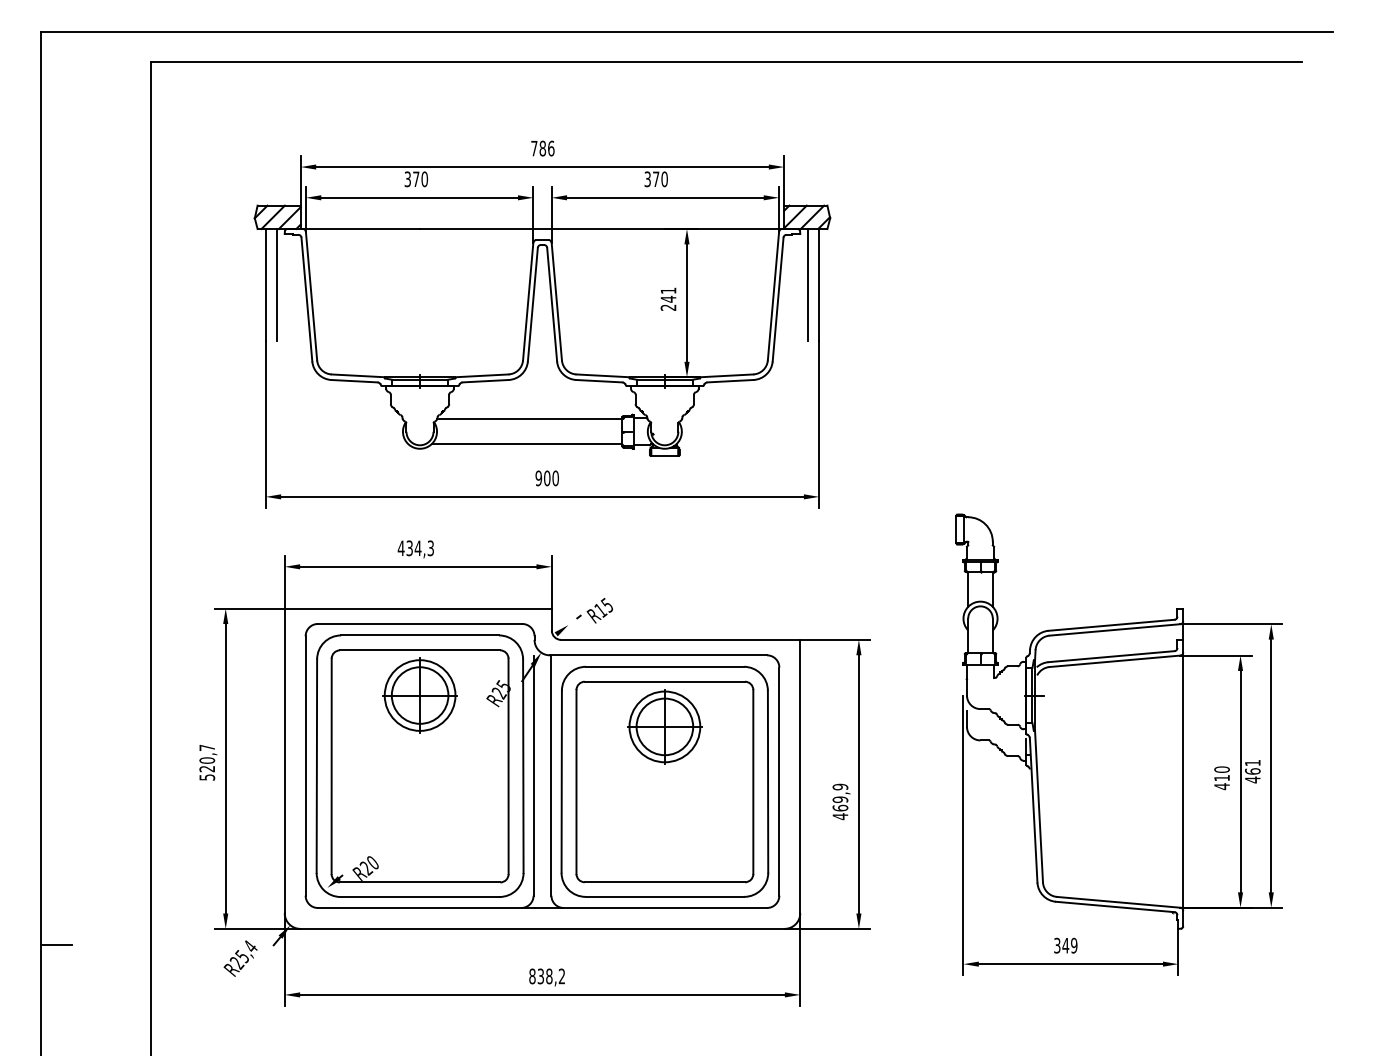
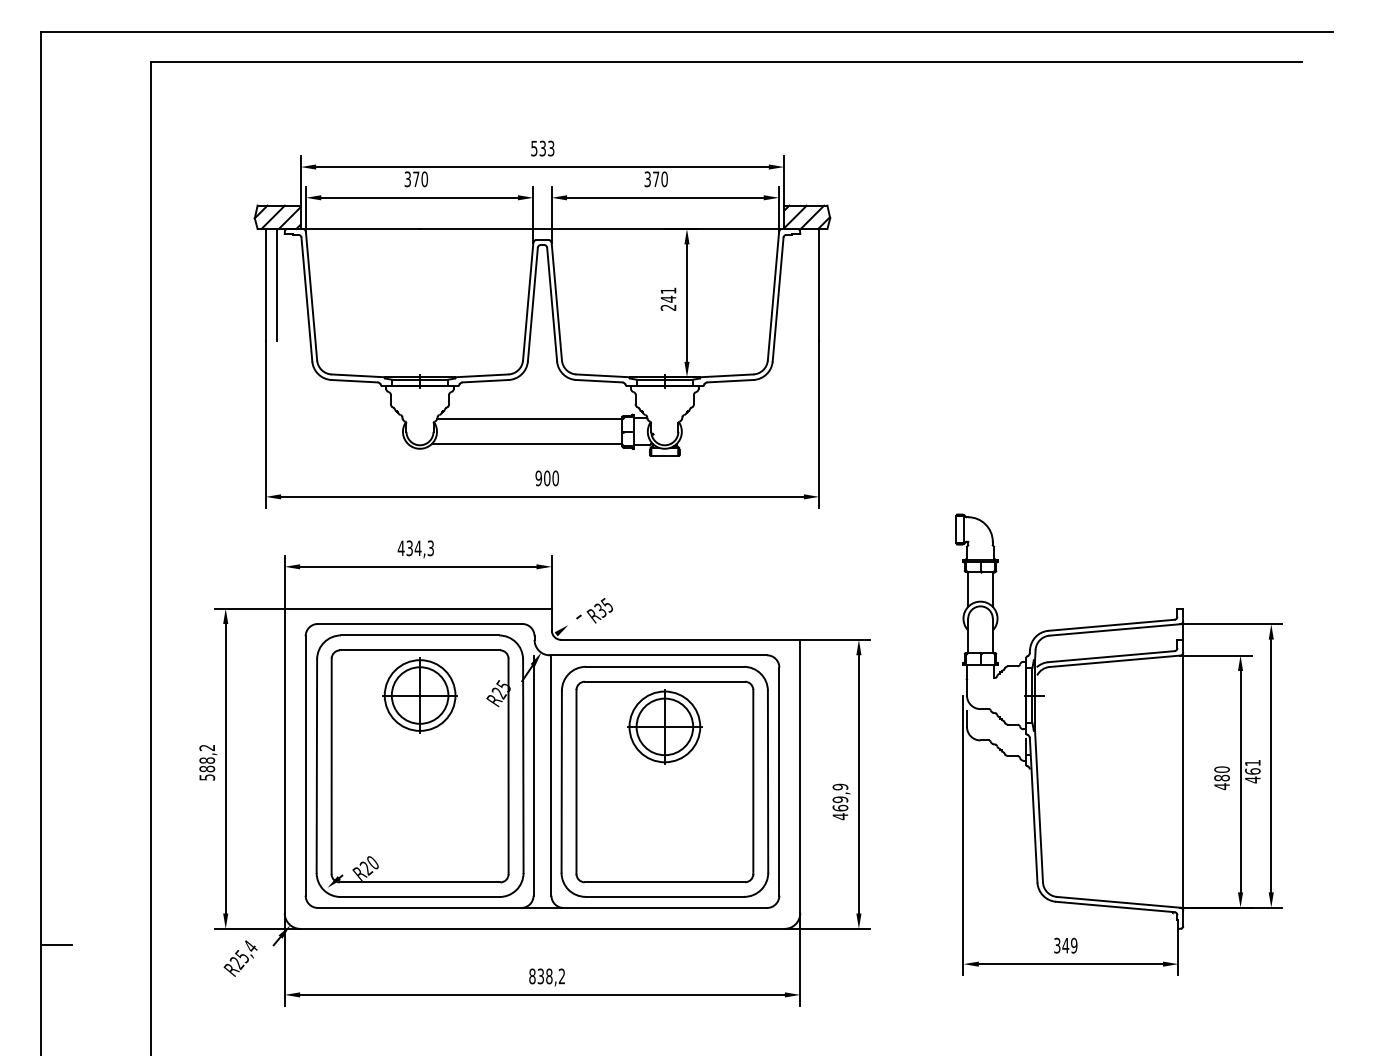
text at (542, 148): 786 -> 533
line at (807, 285): present -> none
text at (600, 610): R15 -> R35
text at (207, 758): 520,7 -> 588,2
text at (1221, 777): 410 -> 480
